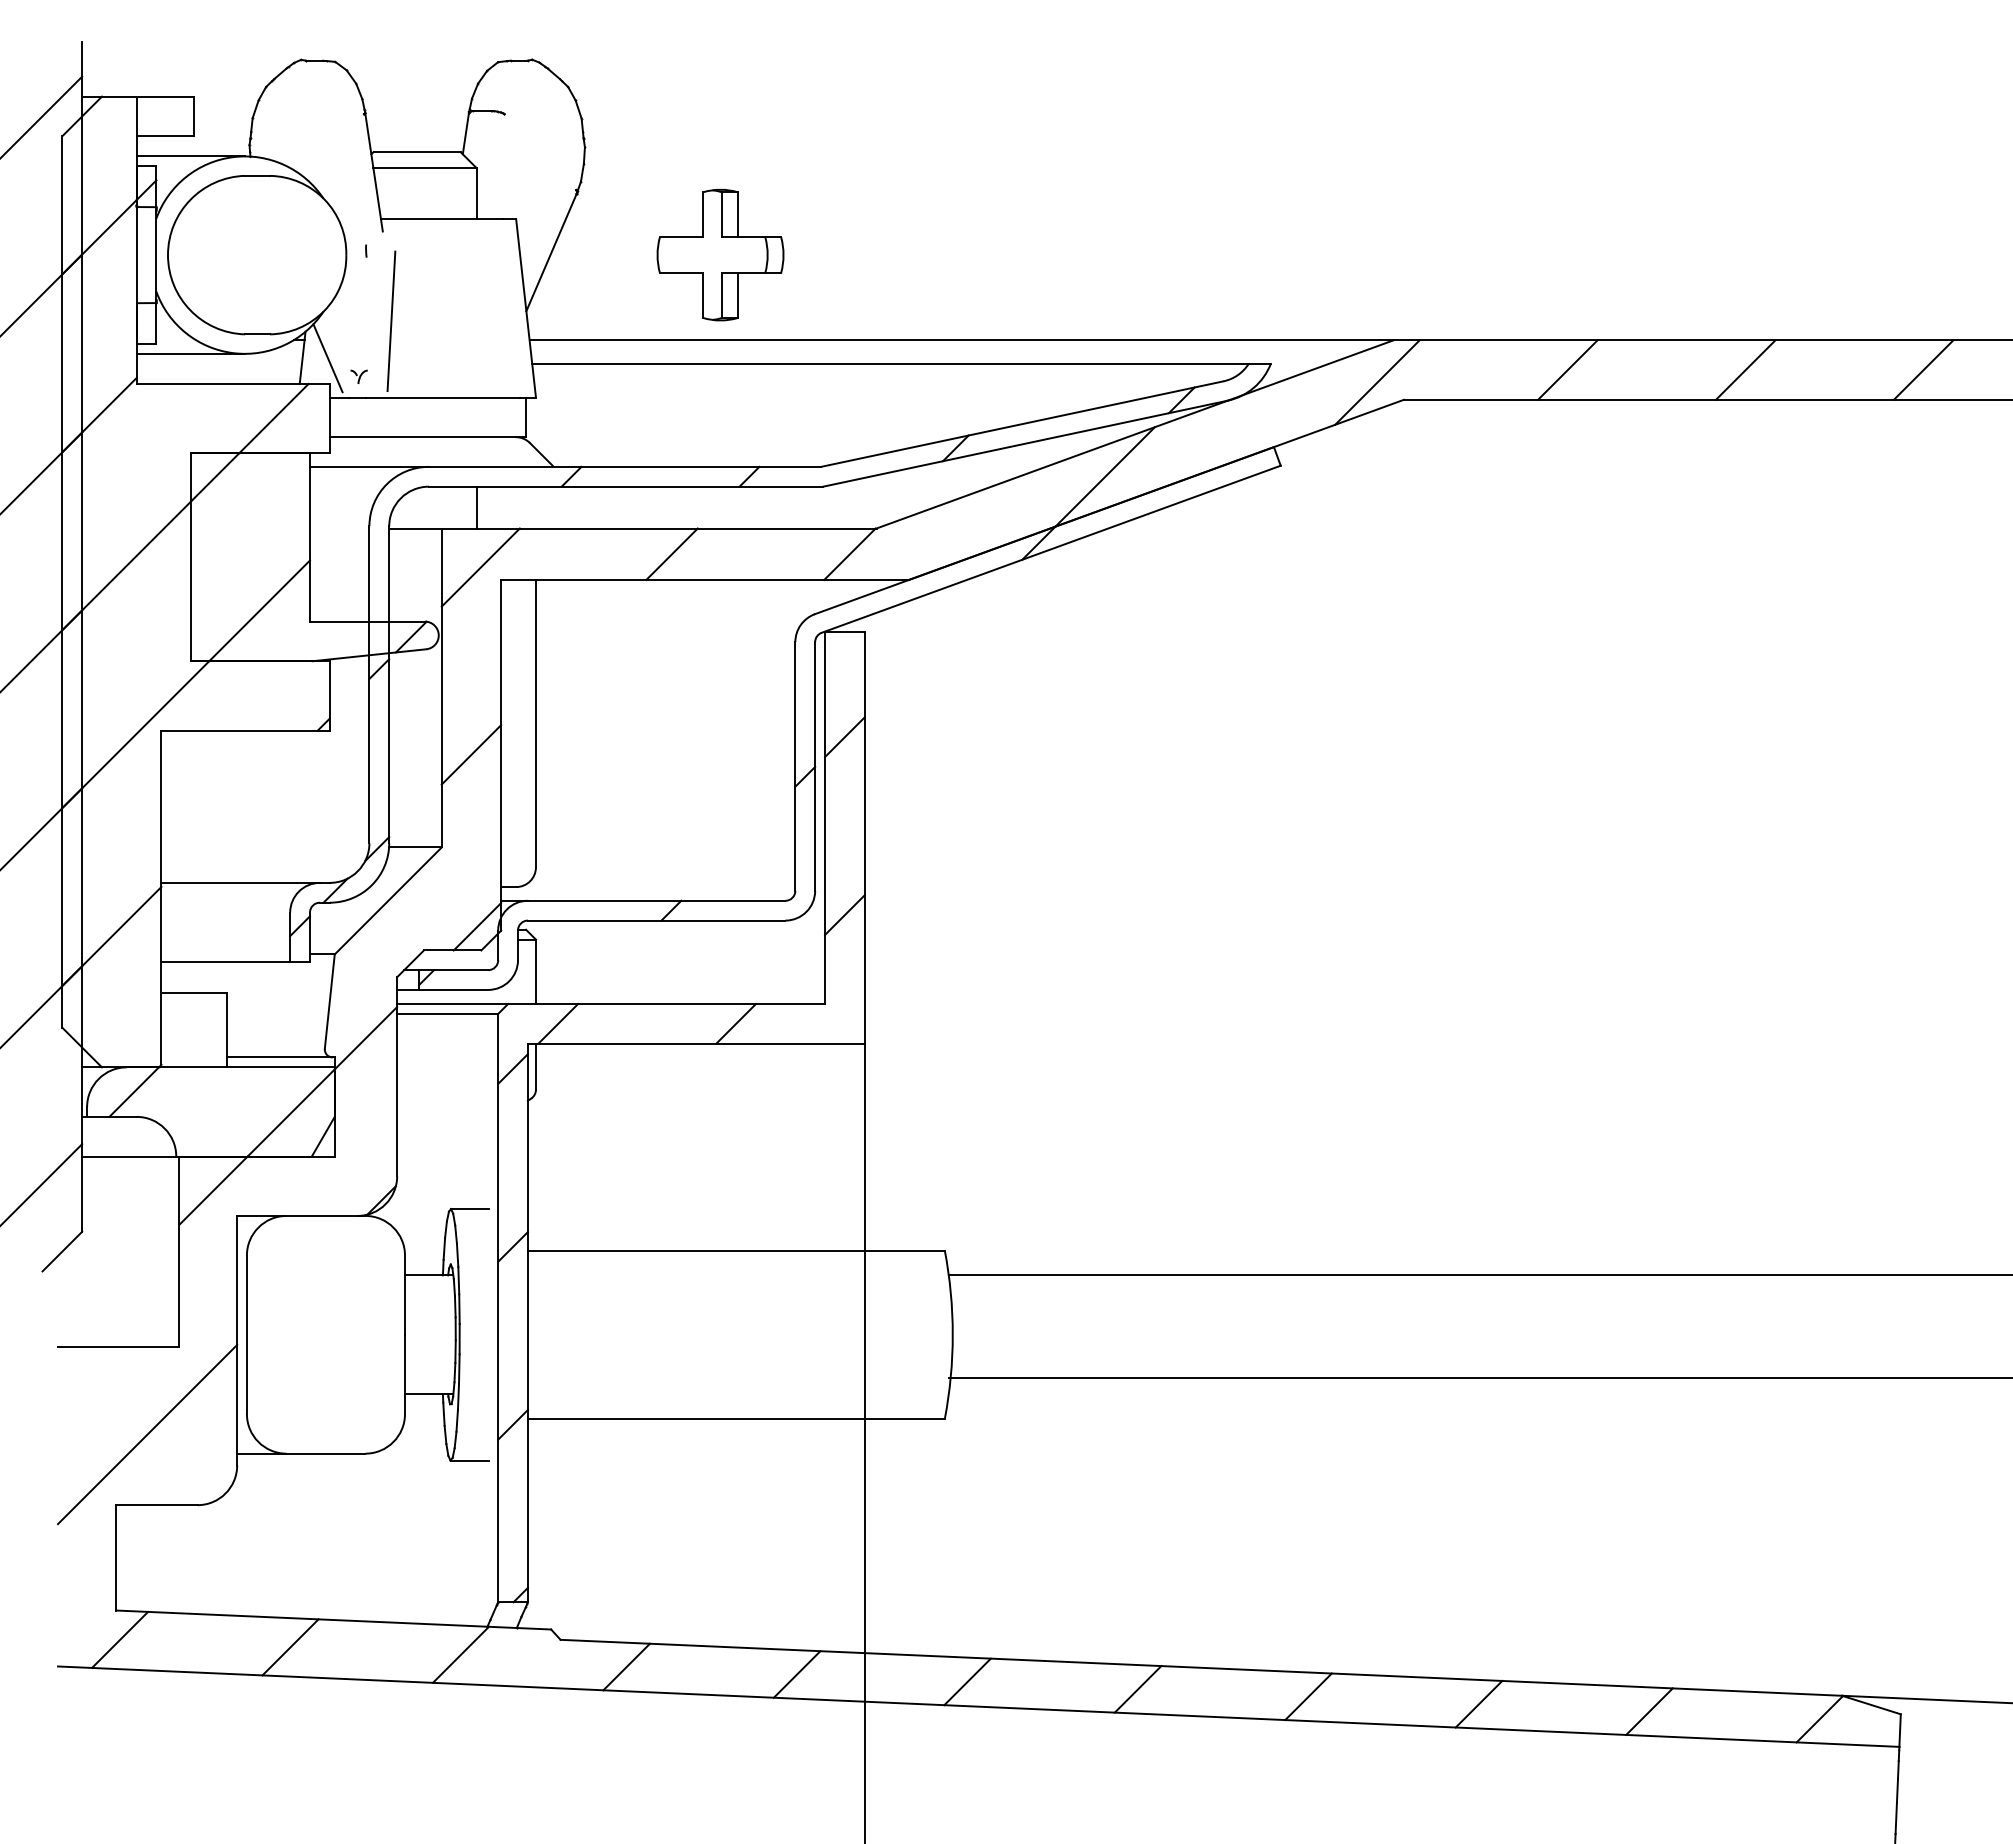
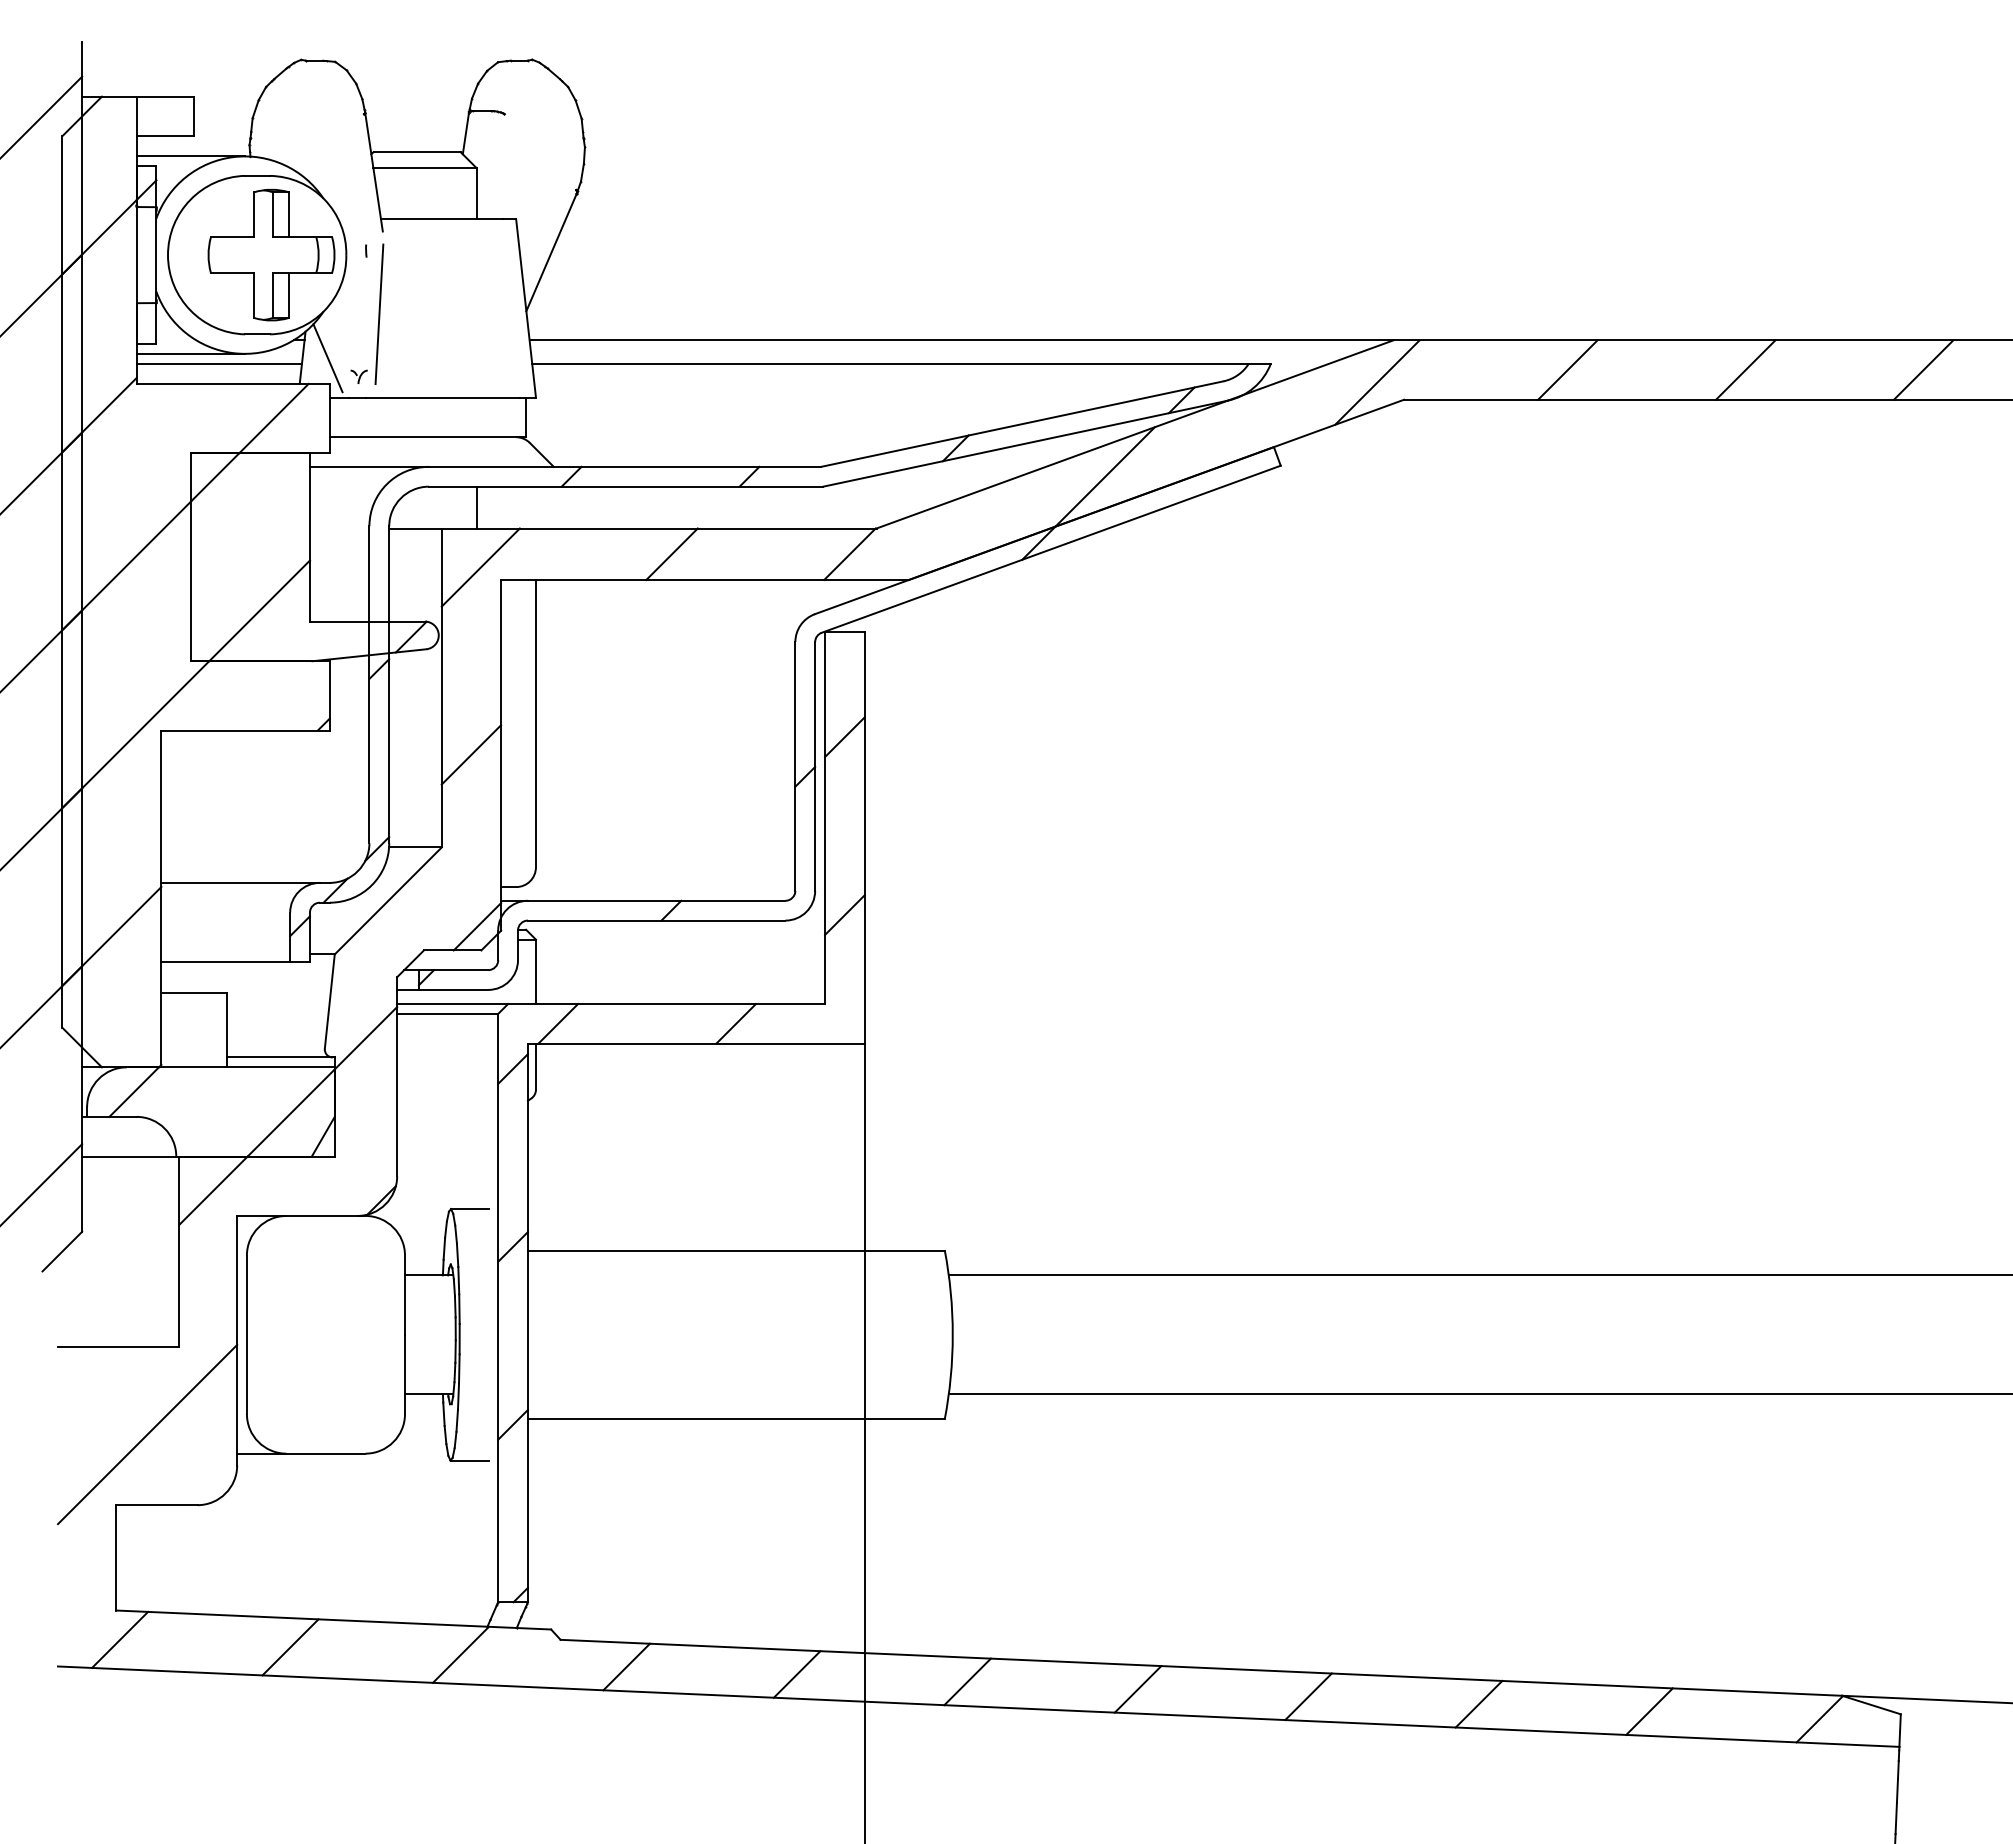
part at (720, 255) position: (720, 255) -> (271, 255)
line at (391, 320) position: (391, 320) -> (379, 313)
line at (218, 363): none -> present
line at (1479, 1378) position: (1479, 1378) -> (1479, 1394)
